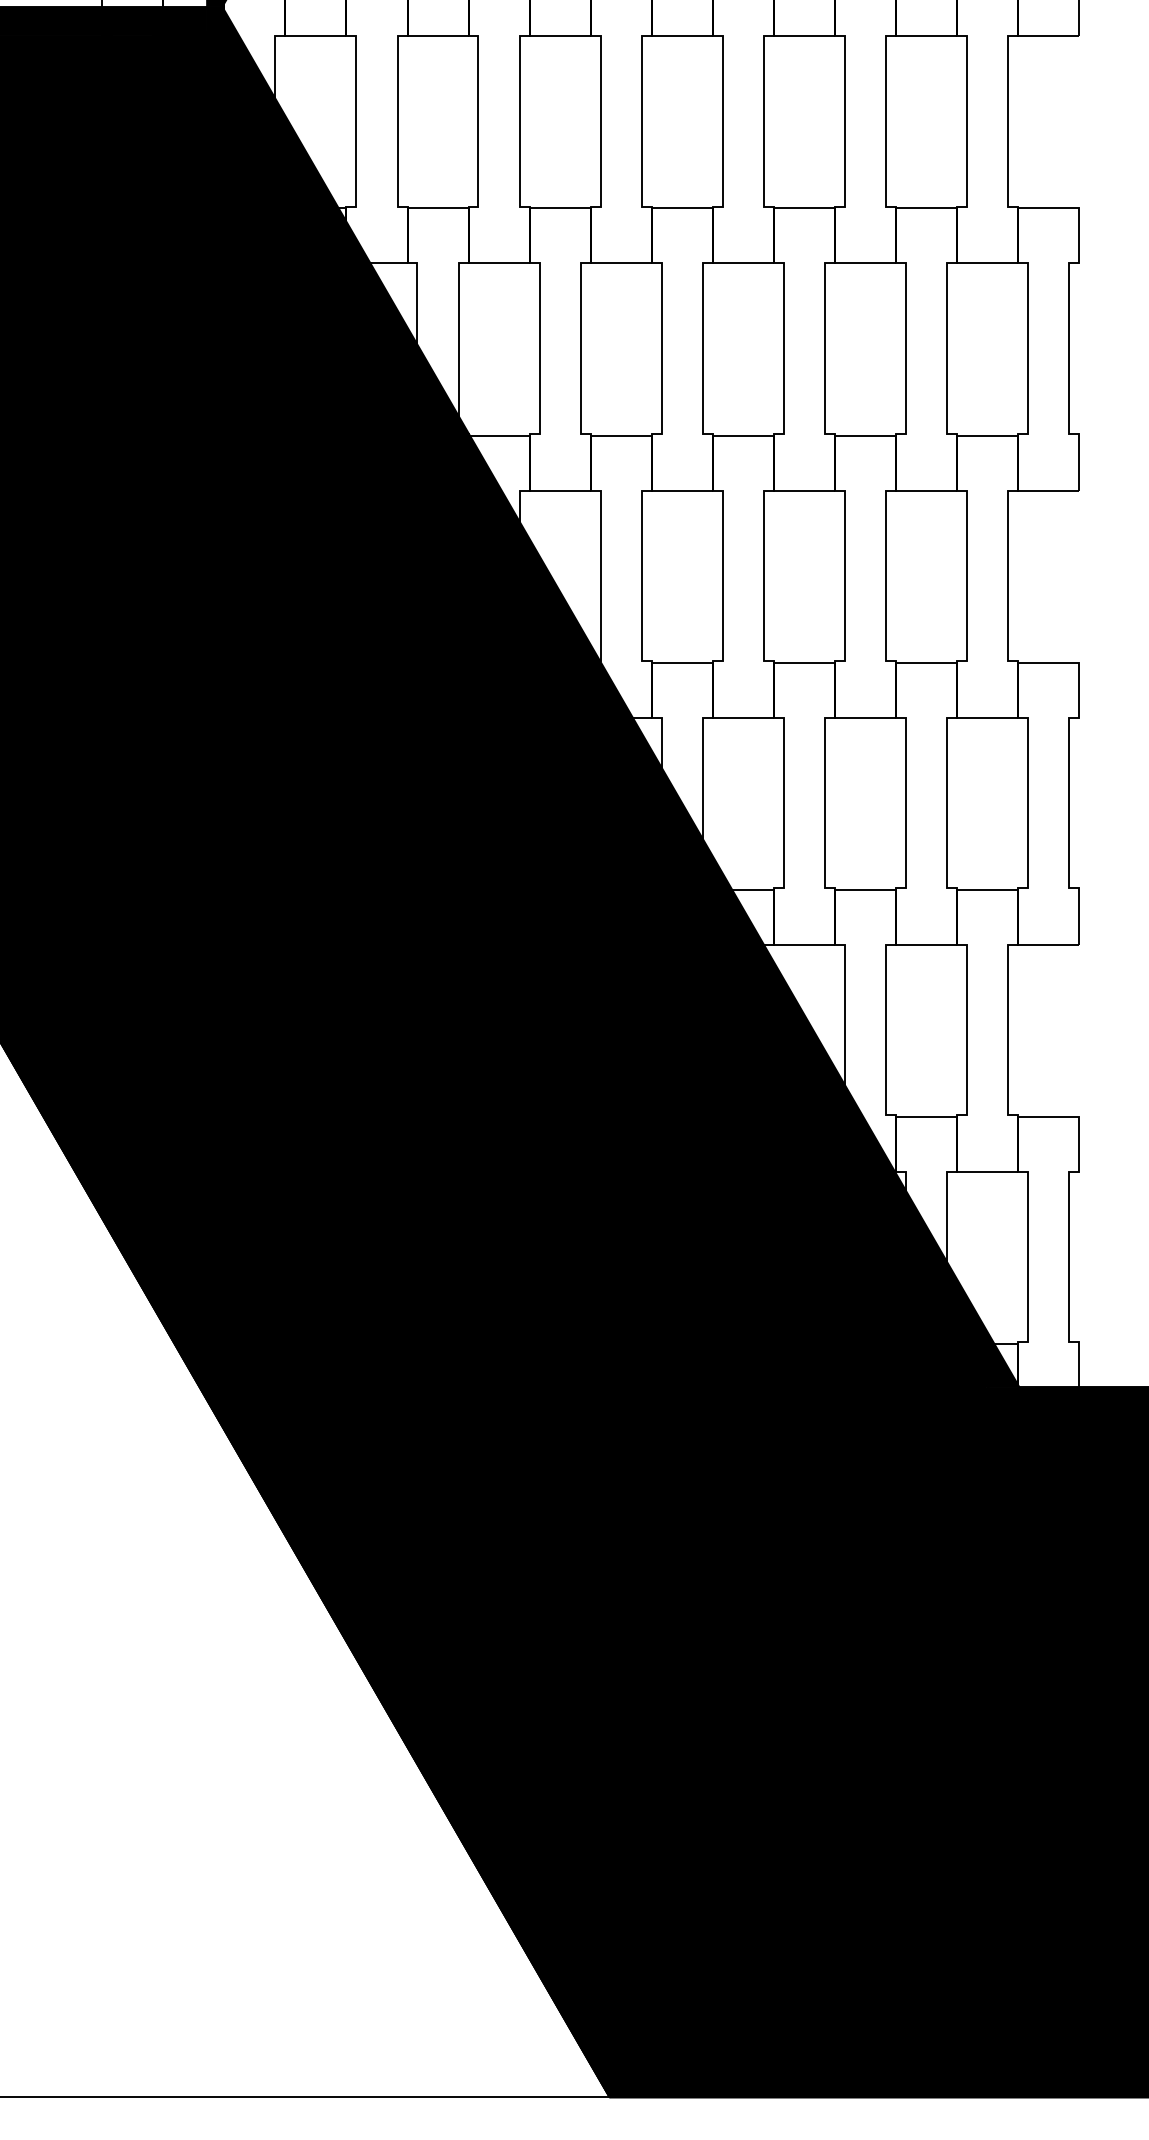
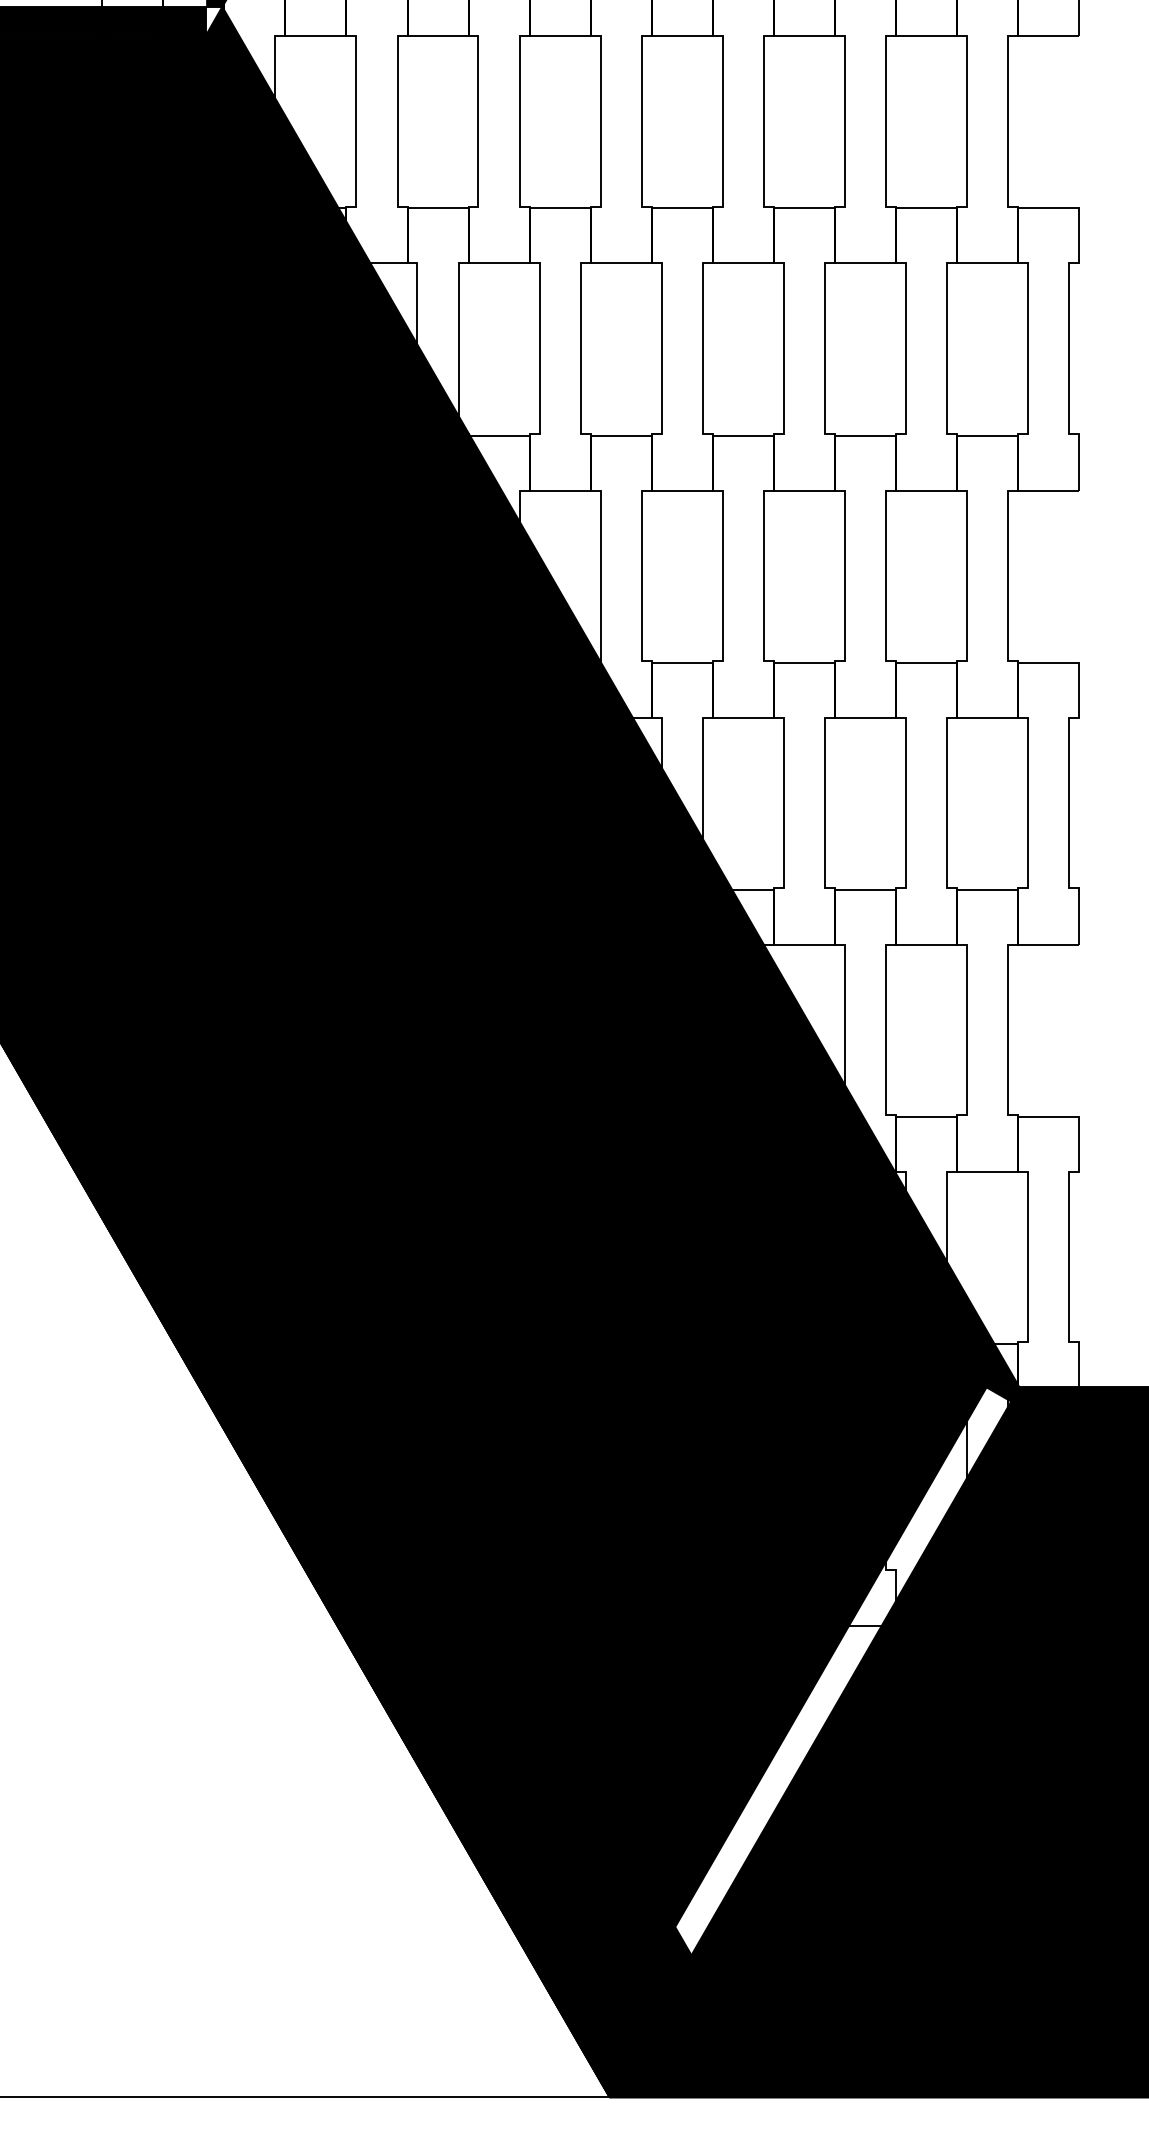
fill at (214, 20): present -> none
fill at (810, 1720): present -> none
